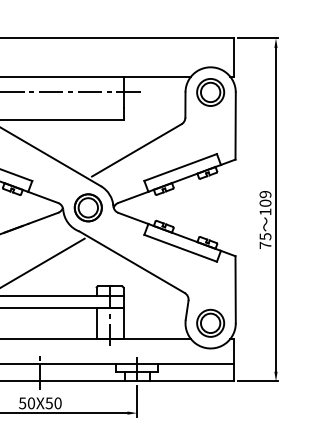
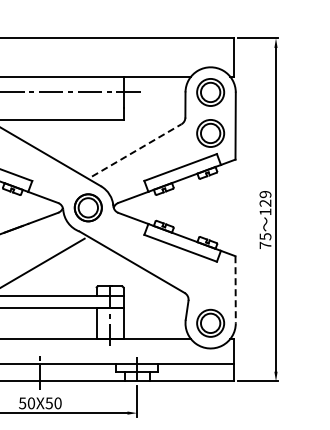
part at (210, 133): none -> present
line at (136, 150): solid -> dashed
text at (265, 202): 109 -> 129
line at (235, 289): solid -> dashed
